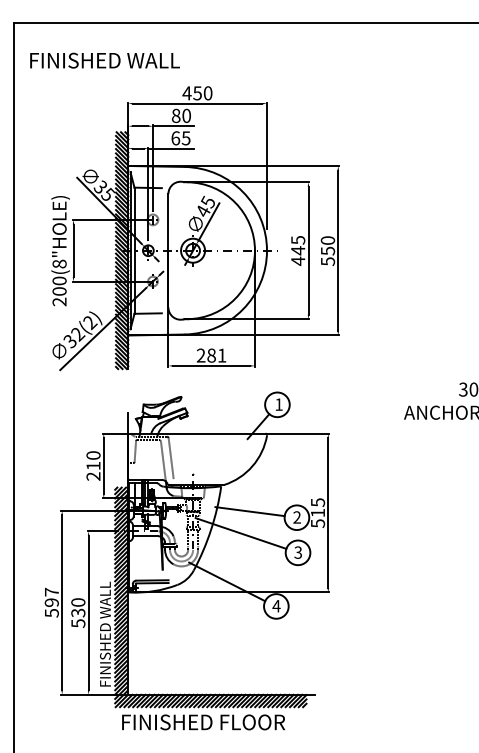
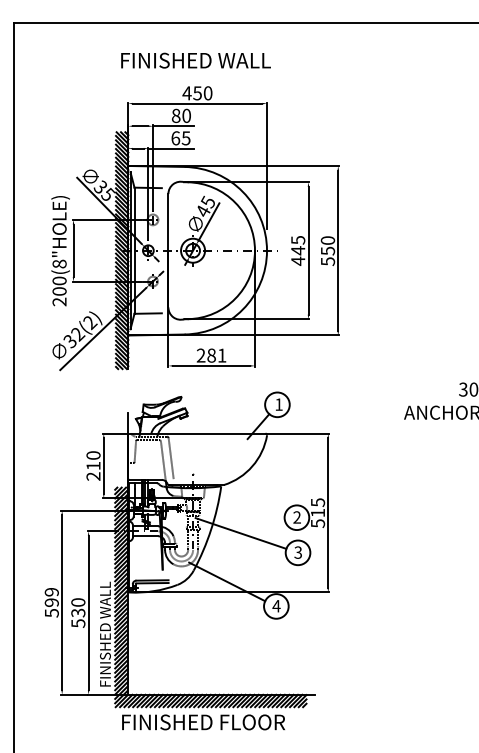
text at (104, 60) position: (104, 60) -> (195, 60)
line at (249, 511): present -> none
text at (51, 591): 597 -> 599
